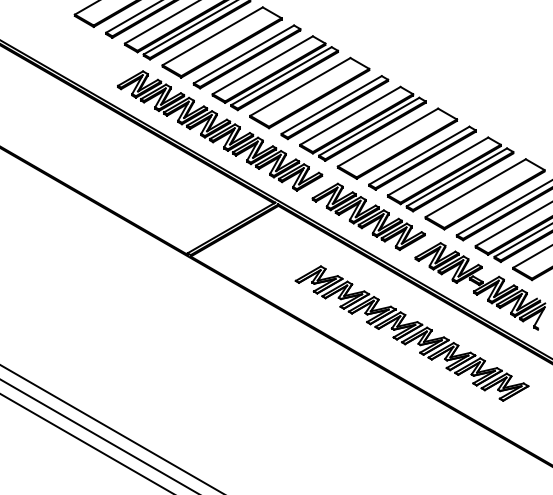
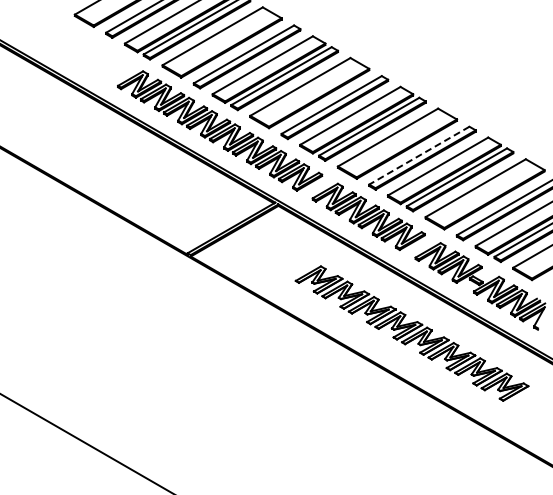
line at (419, 155): solid -> dashed
line at (110, 428): present -> none
line at (98, 435): present -> none
